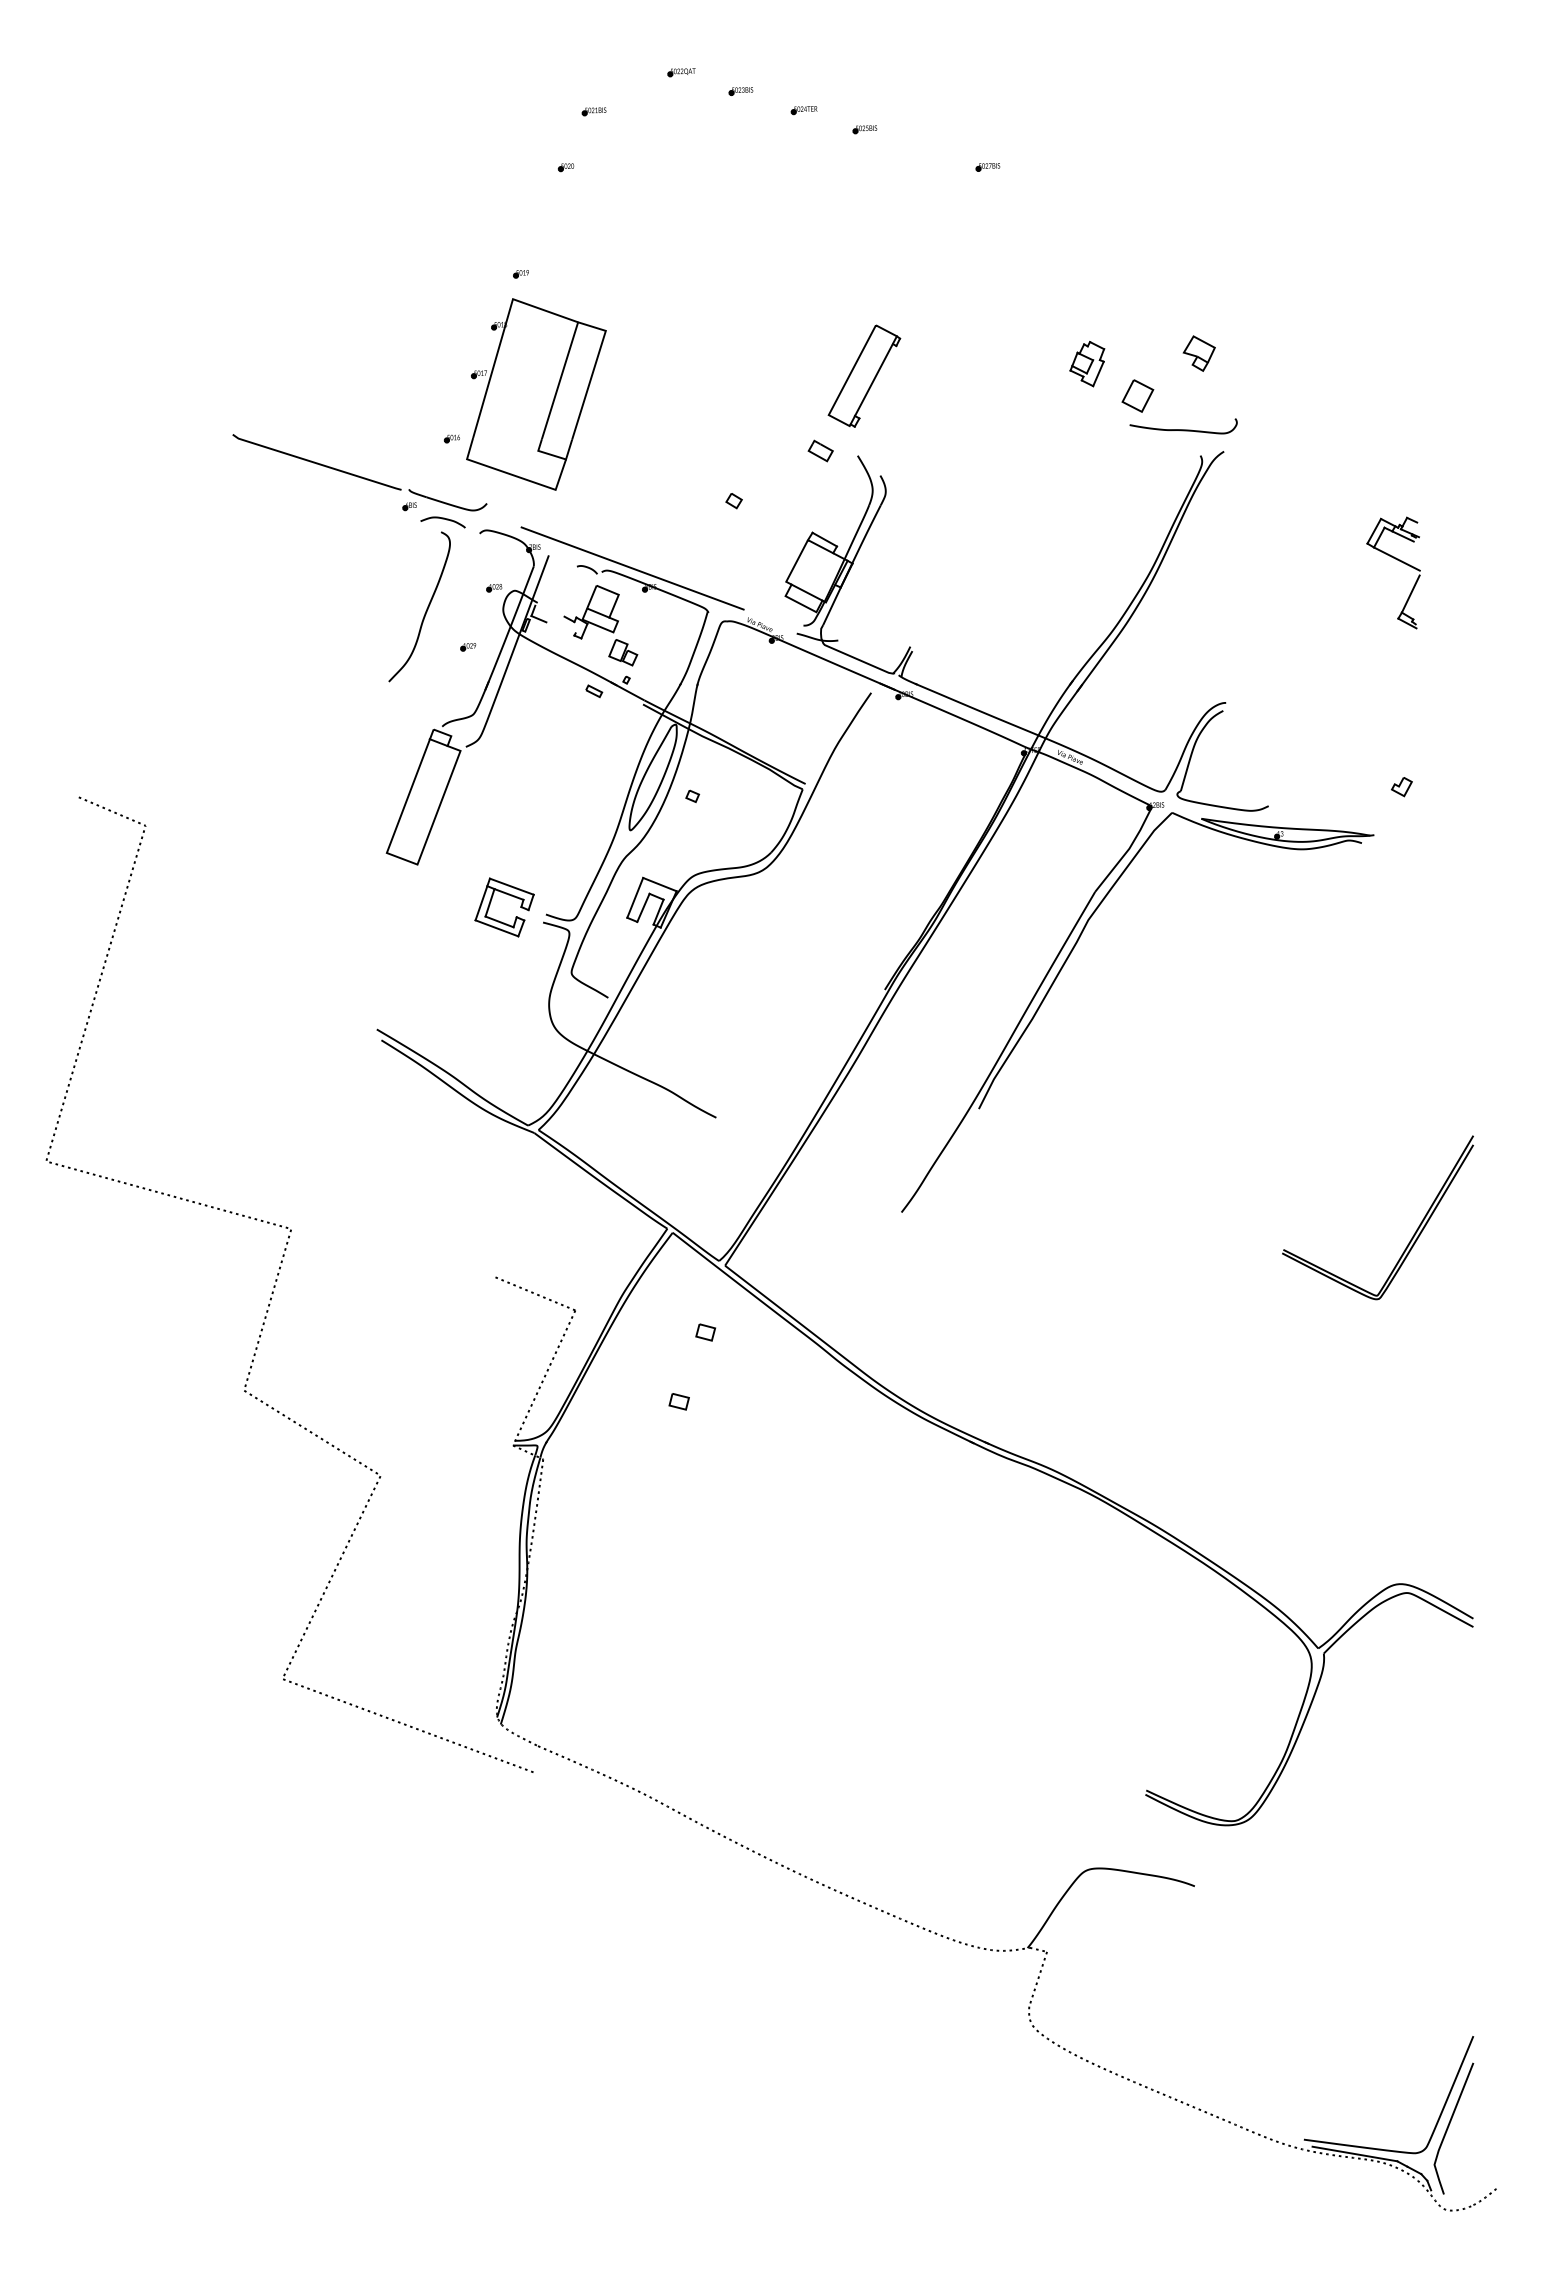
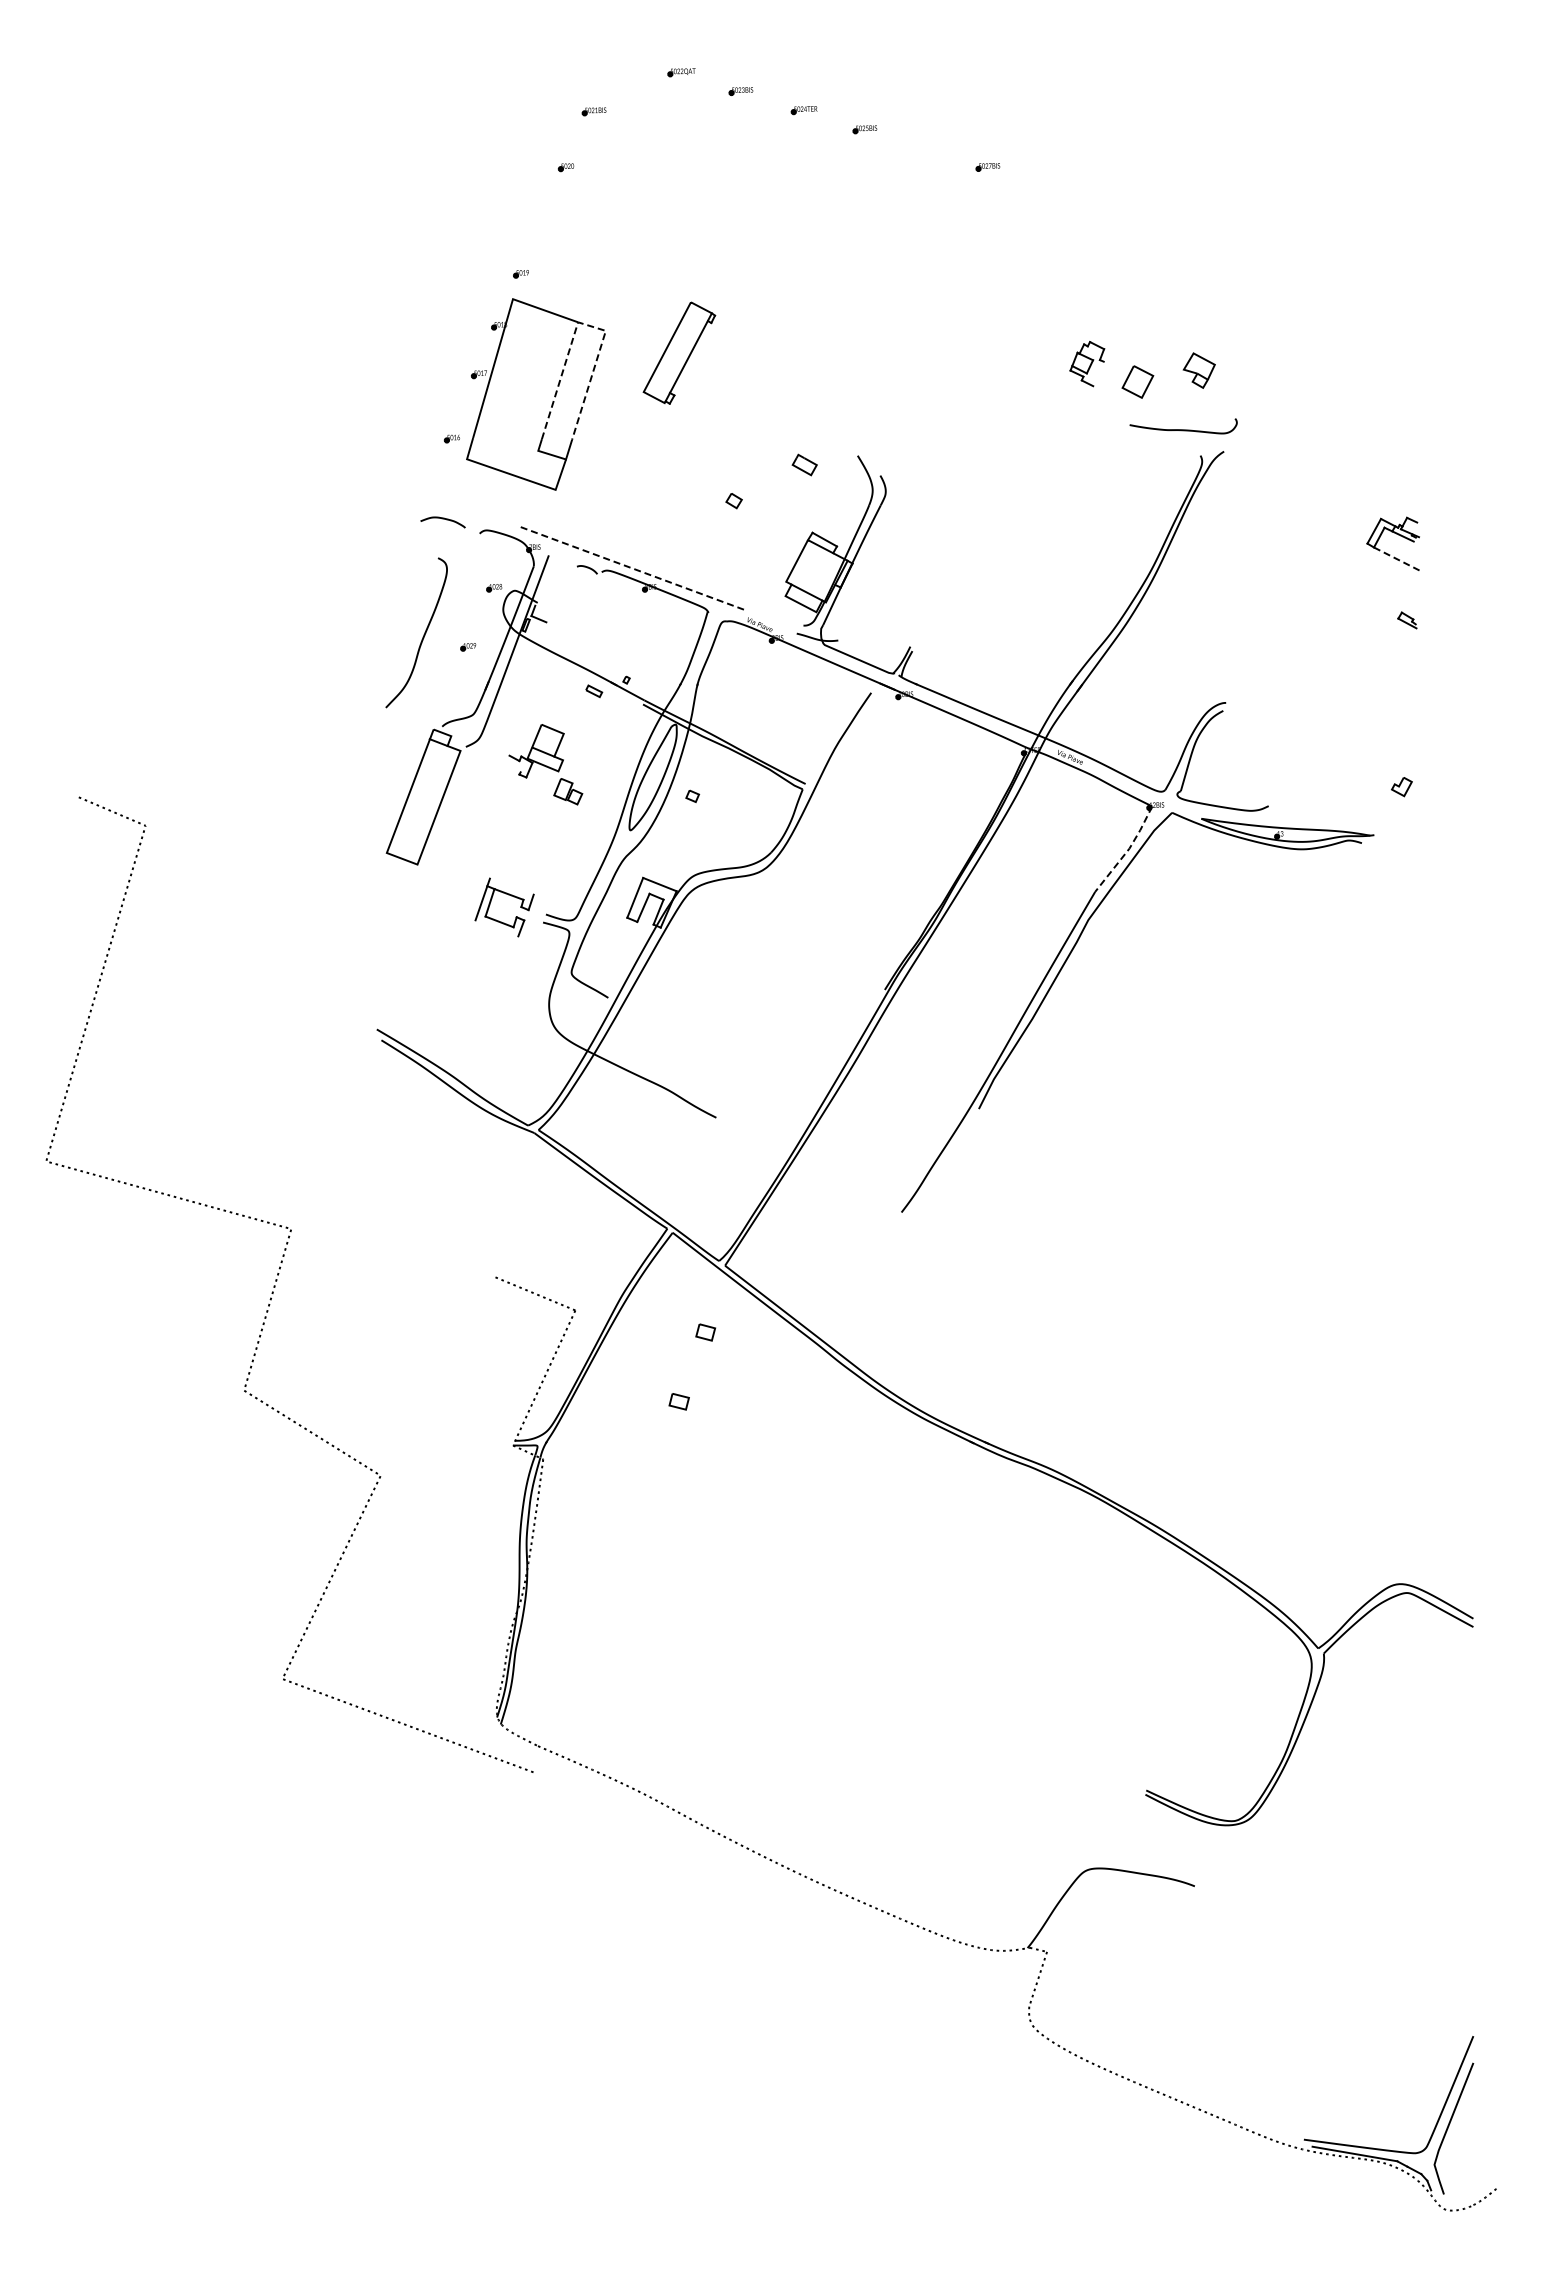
line at (588, 325): solid -> dashed
part at (1198, 353) position: (1198, 353) -> (1198, 370)
line at (1098, 373): present -> none
part at (864, 375) position: (864, 375) -> (679, 352)
part at (1137, 395) position: (1137, 395) -> (1137, 381)
part at (820, 450) position: (820, 450) -> (804, 464)
part at (359, 472): present -> none
line at (1396, 559): solid -> dashed
line at (633, 568): solid -> dashed
line at (1410, 593): present -> none
curve at (426, 608) position: (426, 608) -> (423, 634)
part at (600, 625) position: (600, 625) -> (545, 764)
line at (1127, 851): solid -> dashed
line at (511, 886): present -> none
line at (496, 928): present -> none
part at (1411, 1237): present -> none
